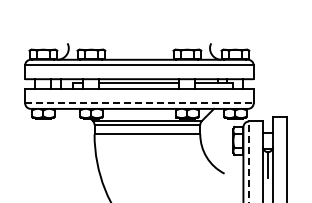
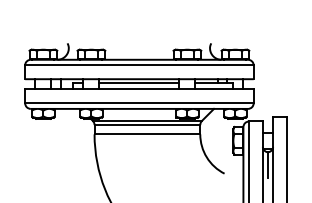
line at (139, 103): dashed -> solid
line at (249, 161): dashed -> solid
